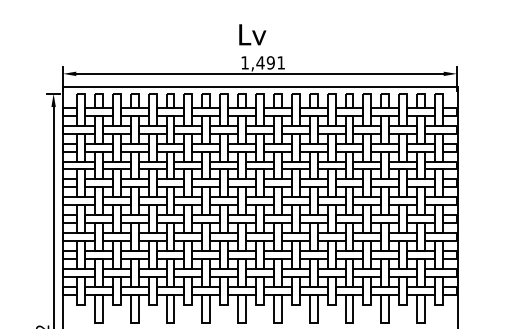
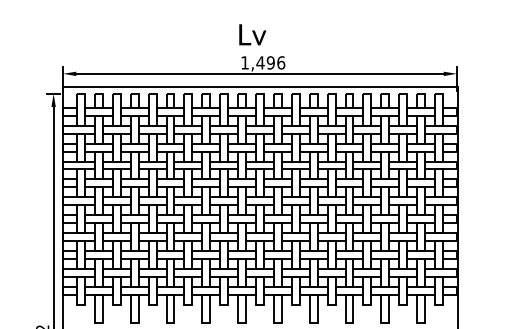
text at (281, 62): 1,491 -> 1,496
